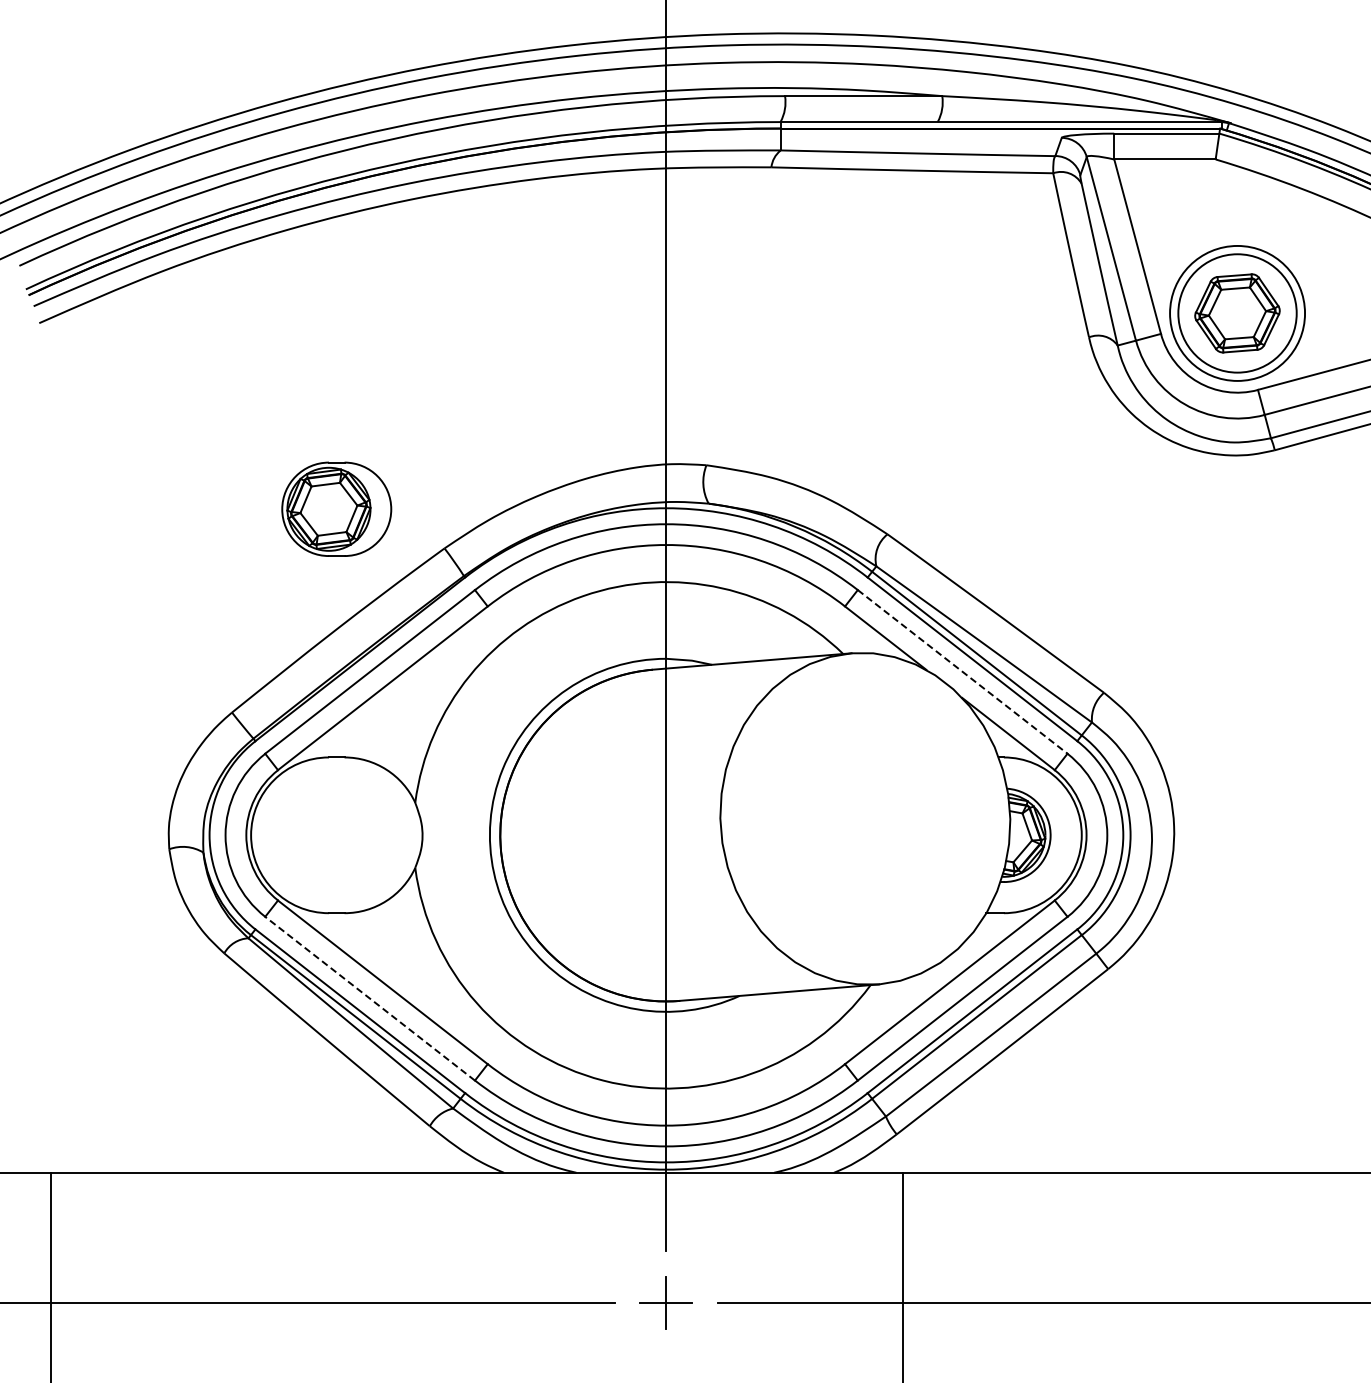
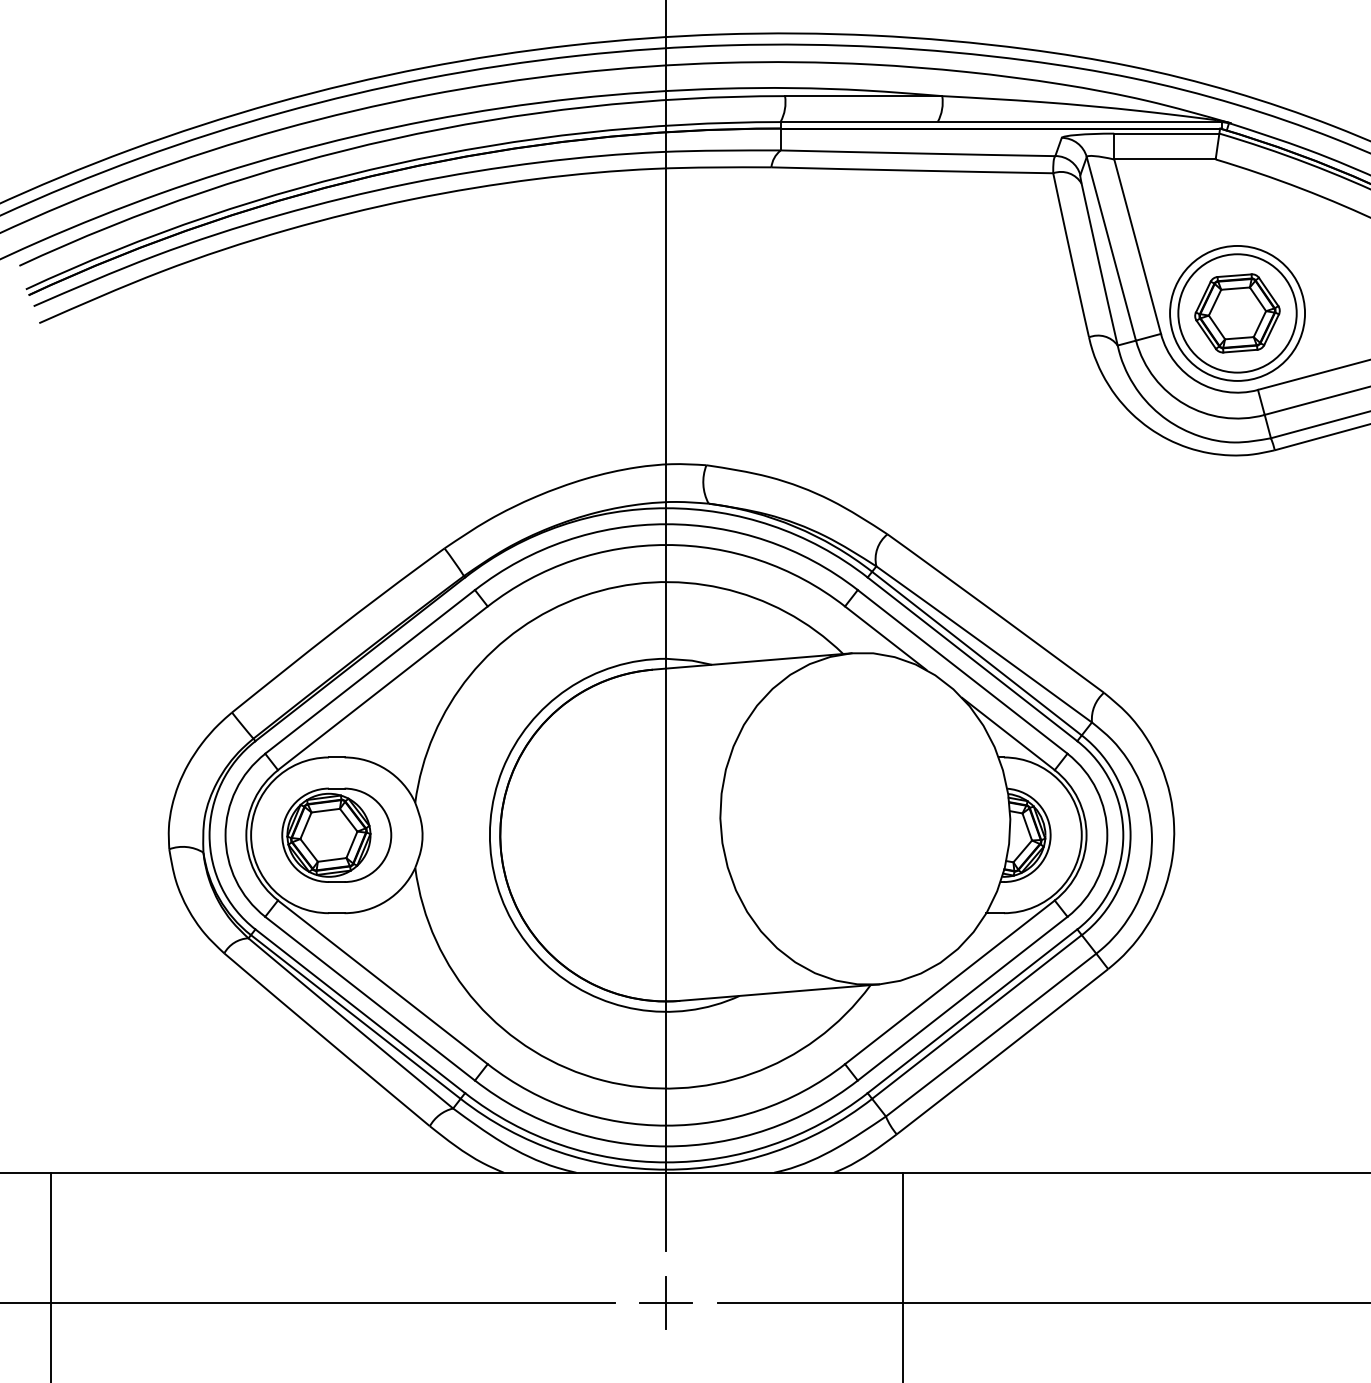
part at (336, 508) position: (336, 508) -> (336, 834)
line at (963, 672): dashed -> solid
line at (369, 998): dashed -> solid
